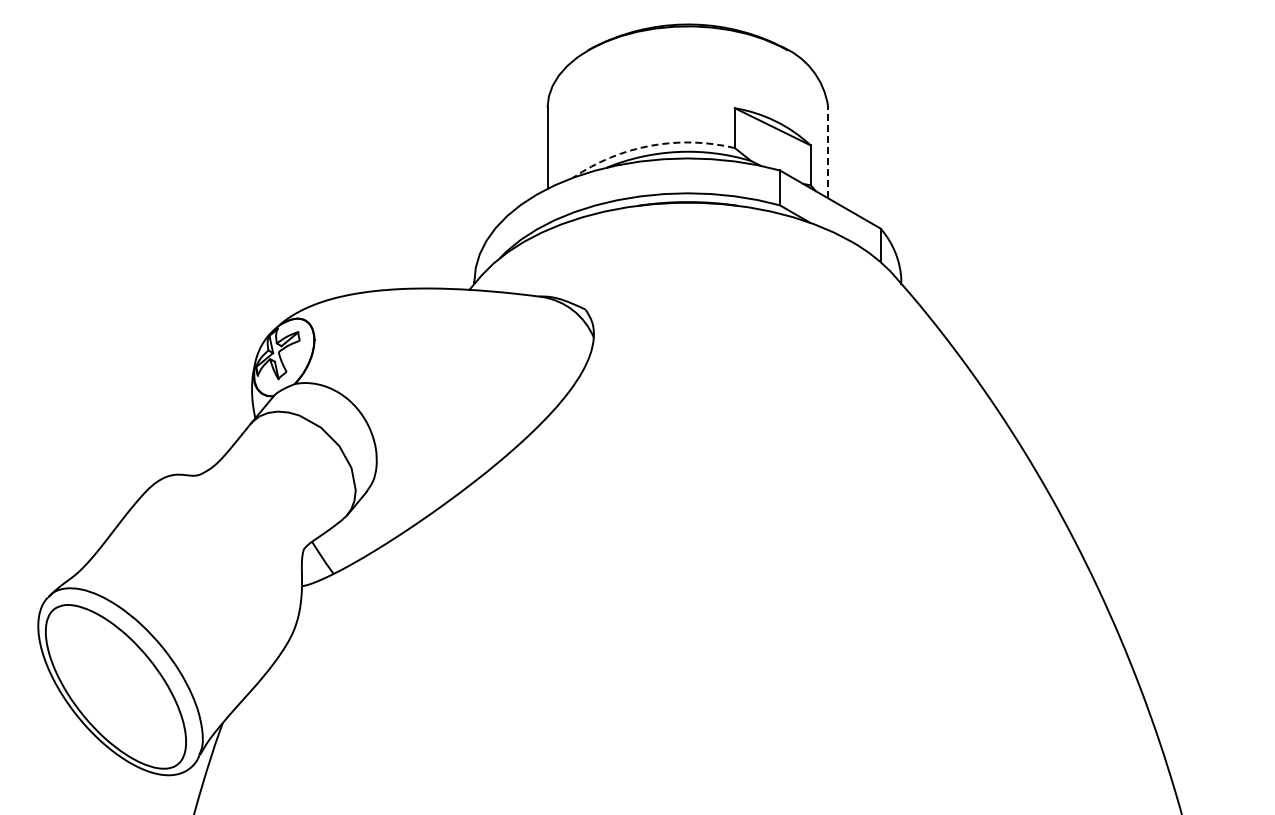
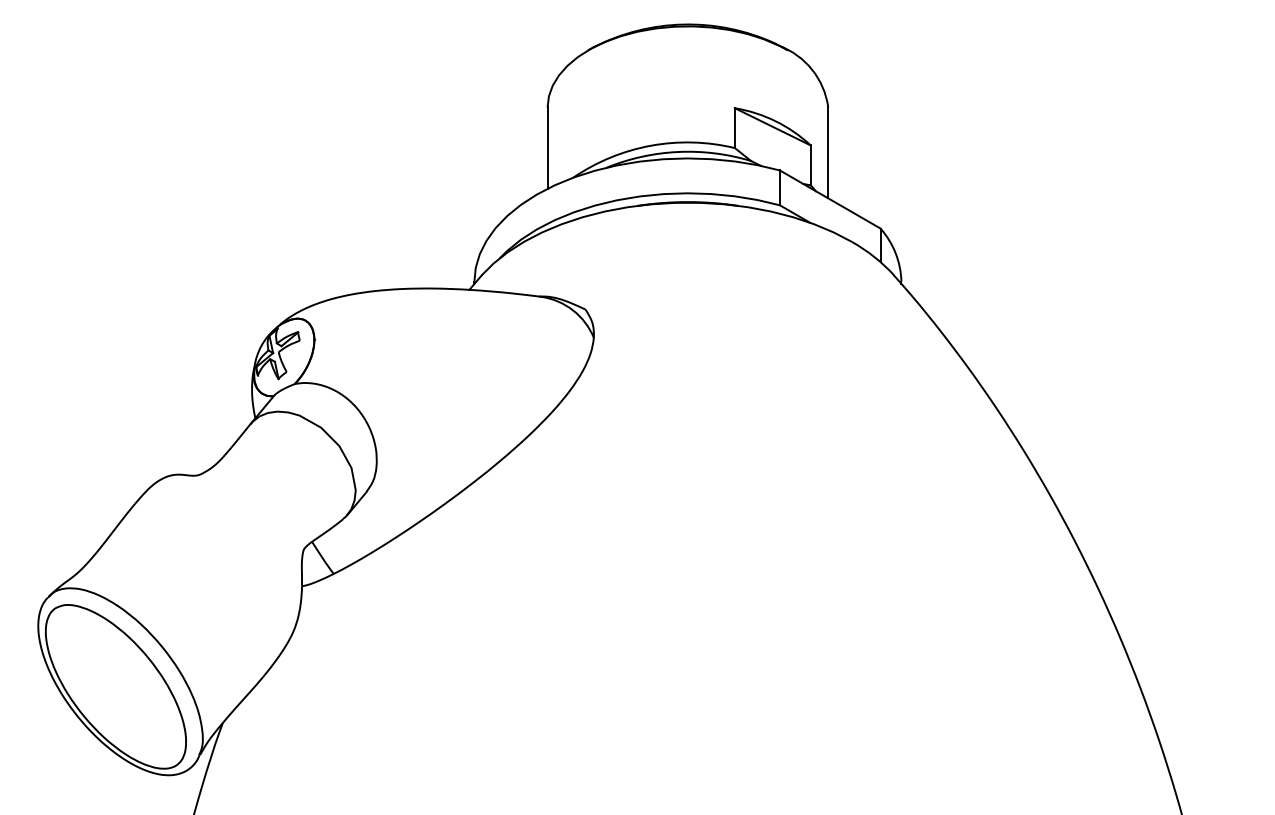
arc at (650, 145): dashed -> solid
line at (828, 152): dashed -> solid
